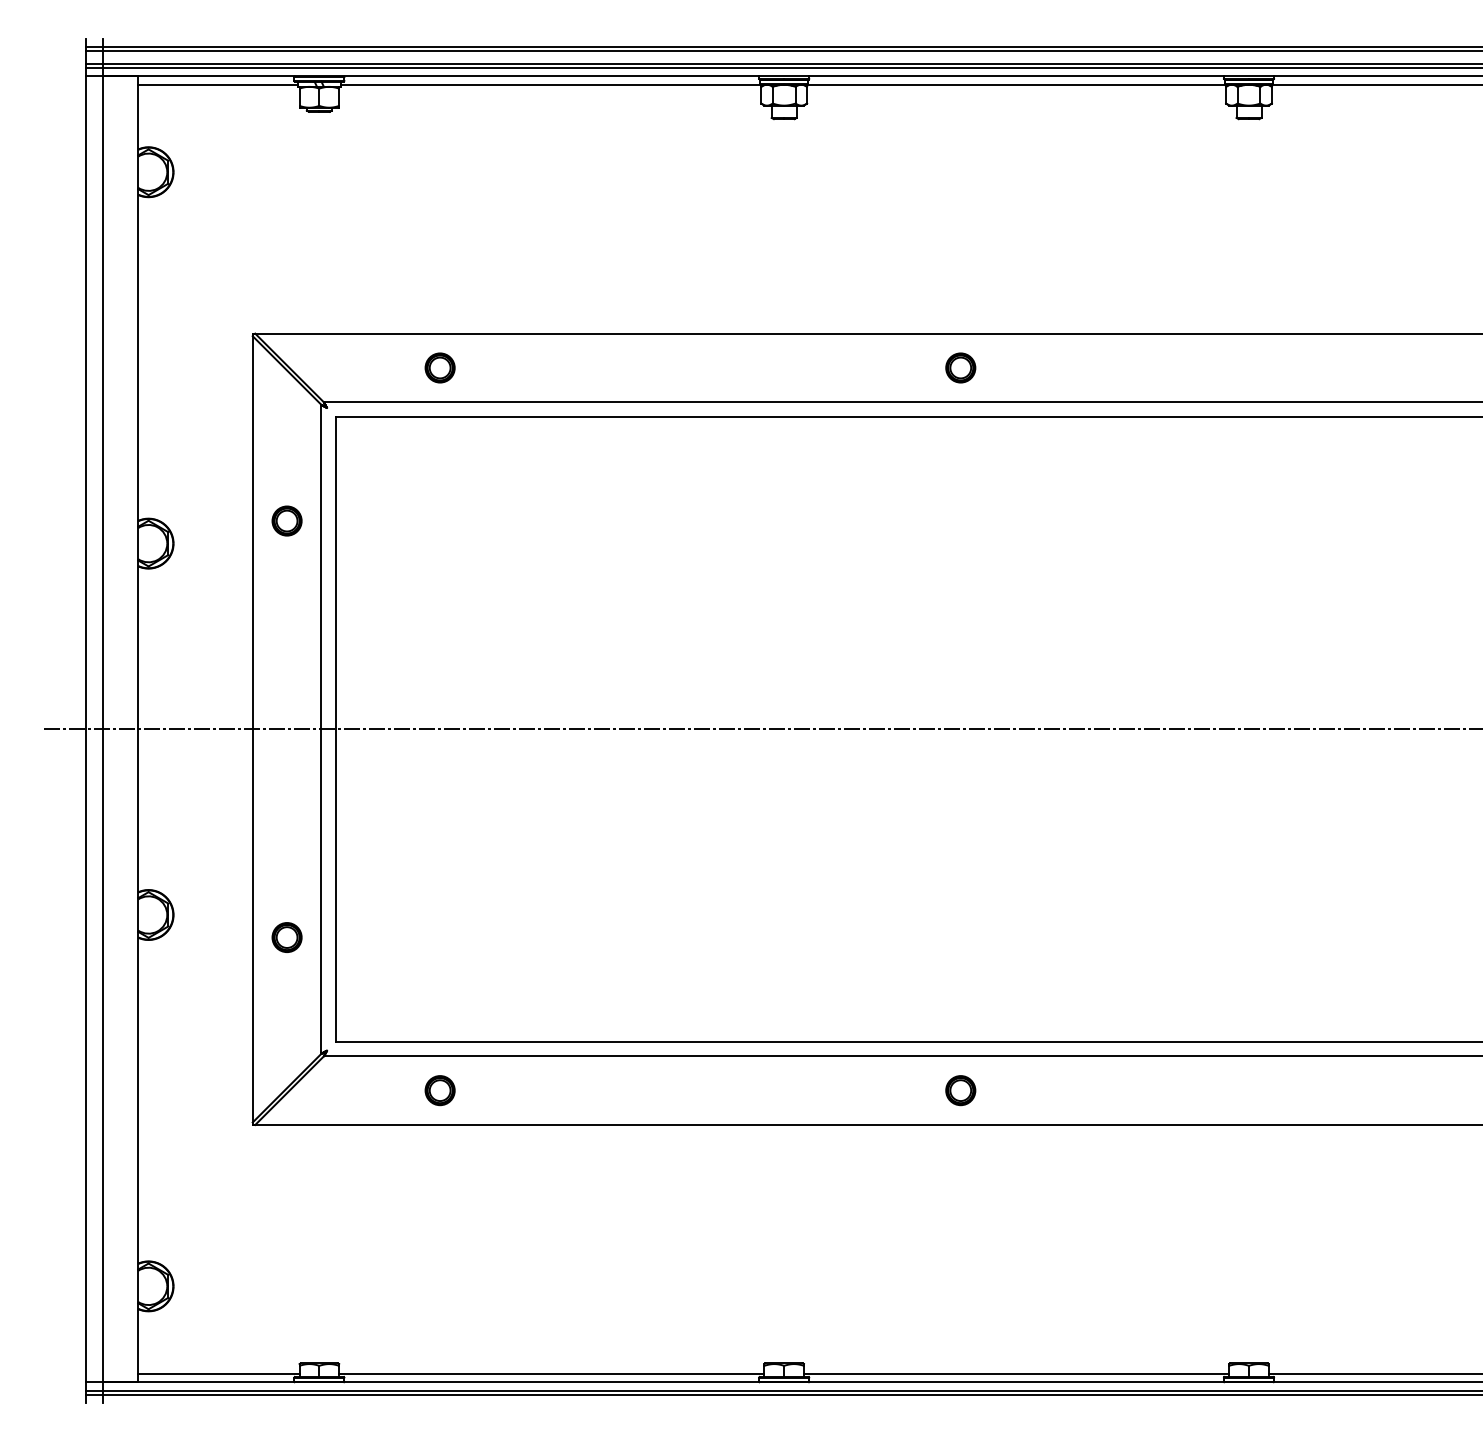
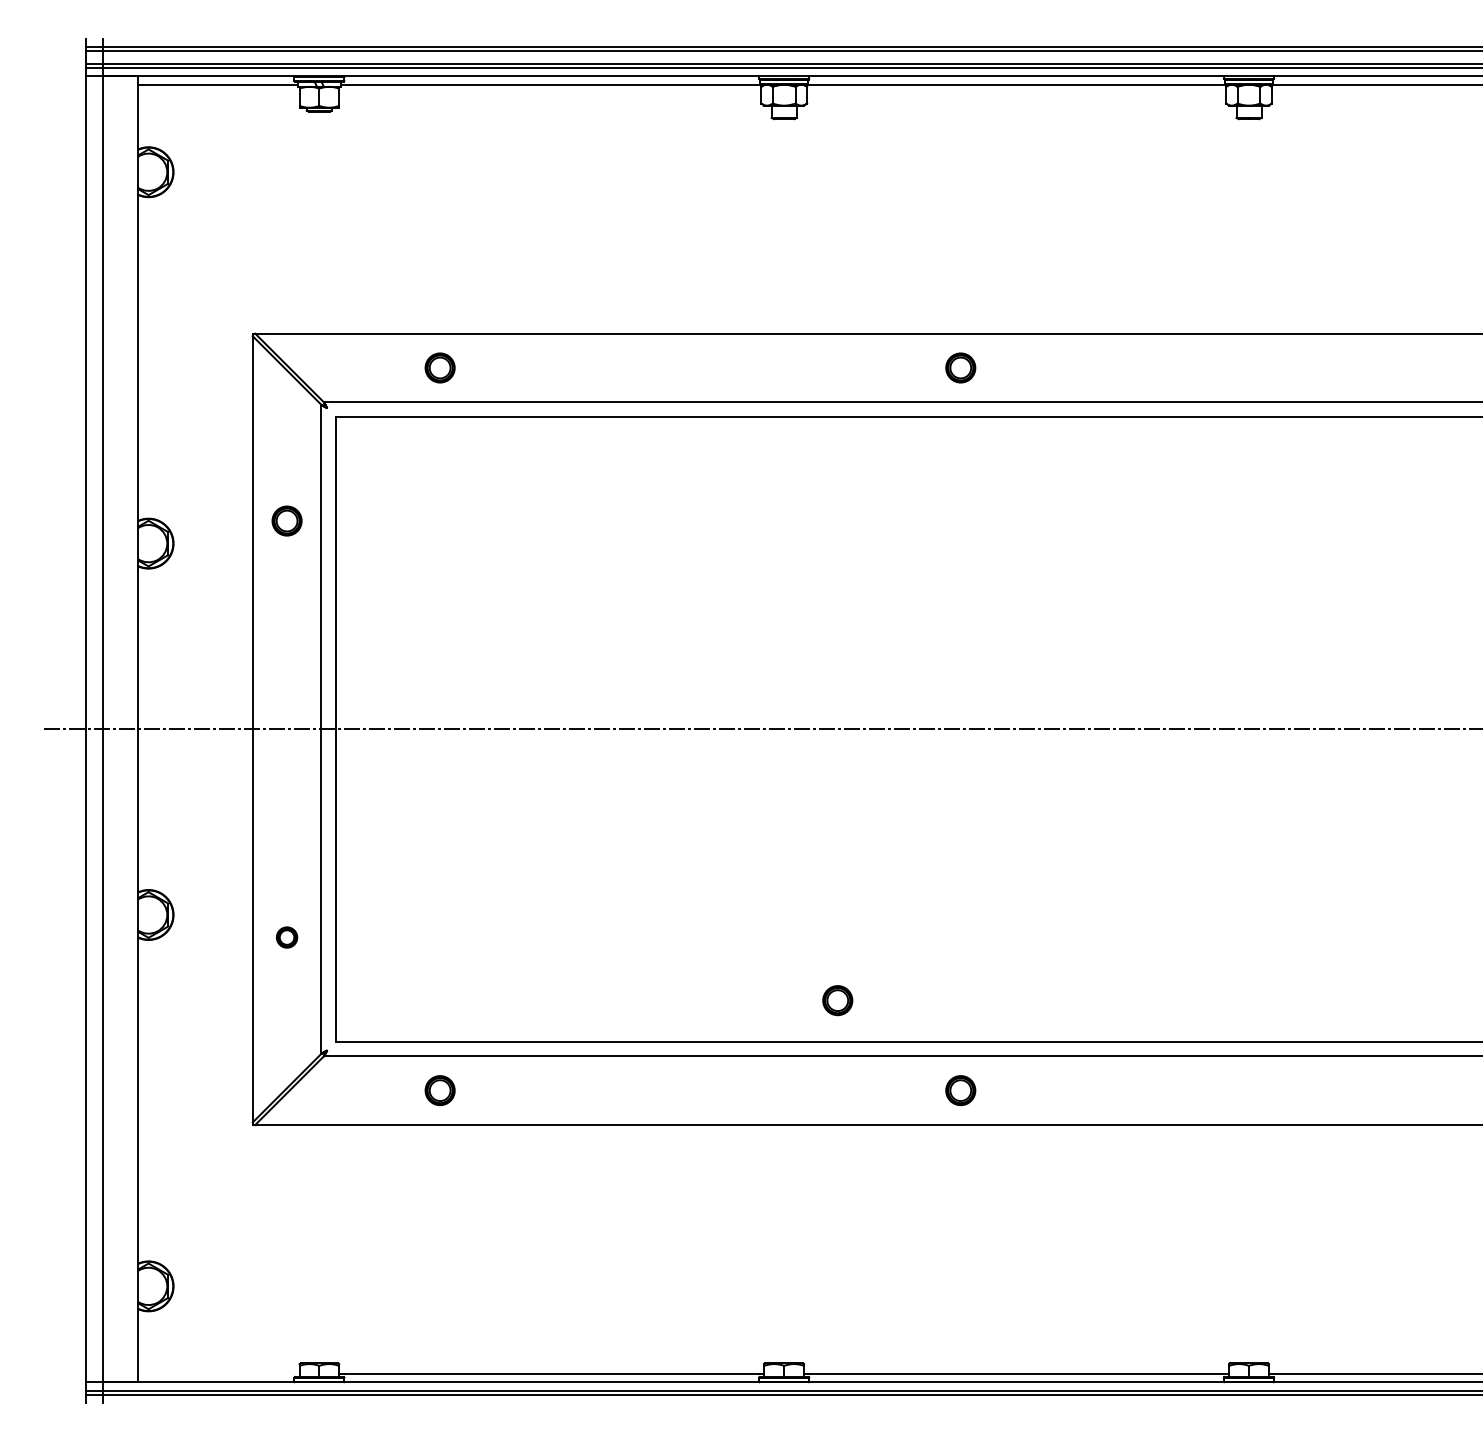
part at (286, 937) size: 32x31 px -> 23x23 px
part at (837, 1000): none -> present
line at (218, 1373): present -> none
